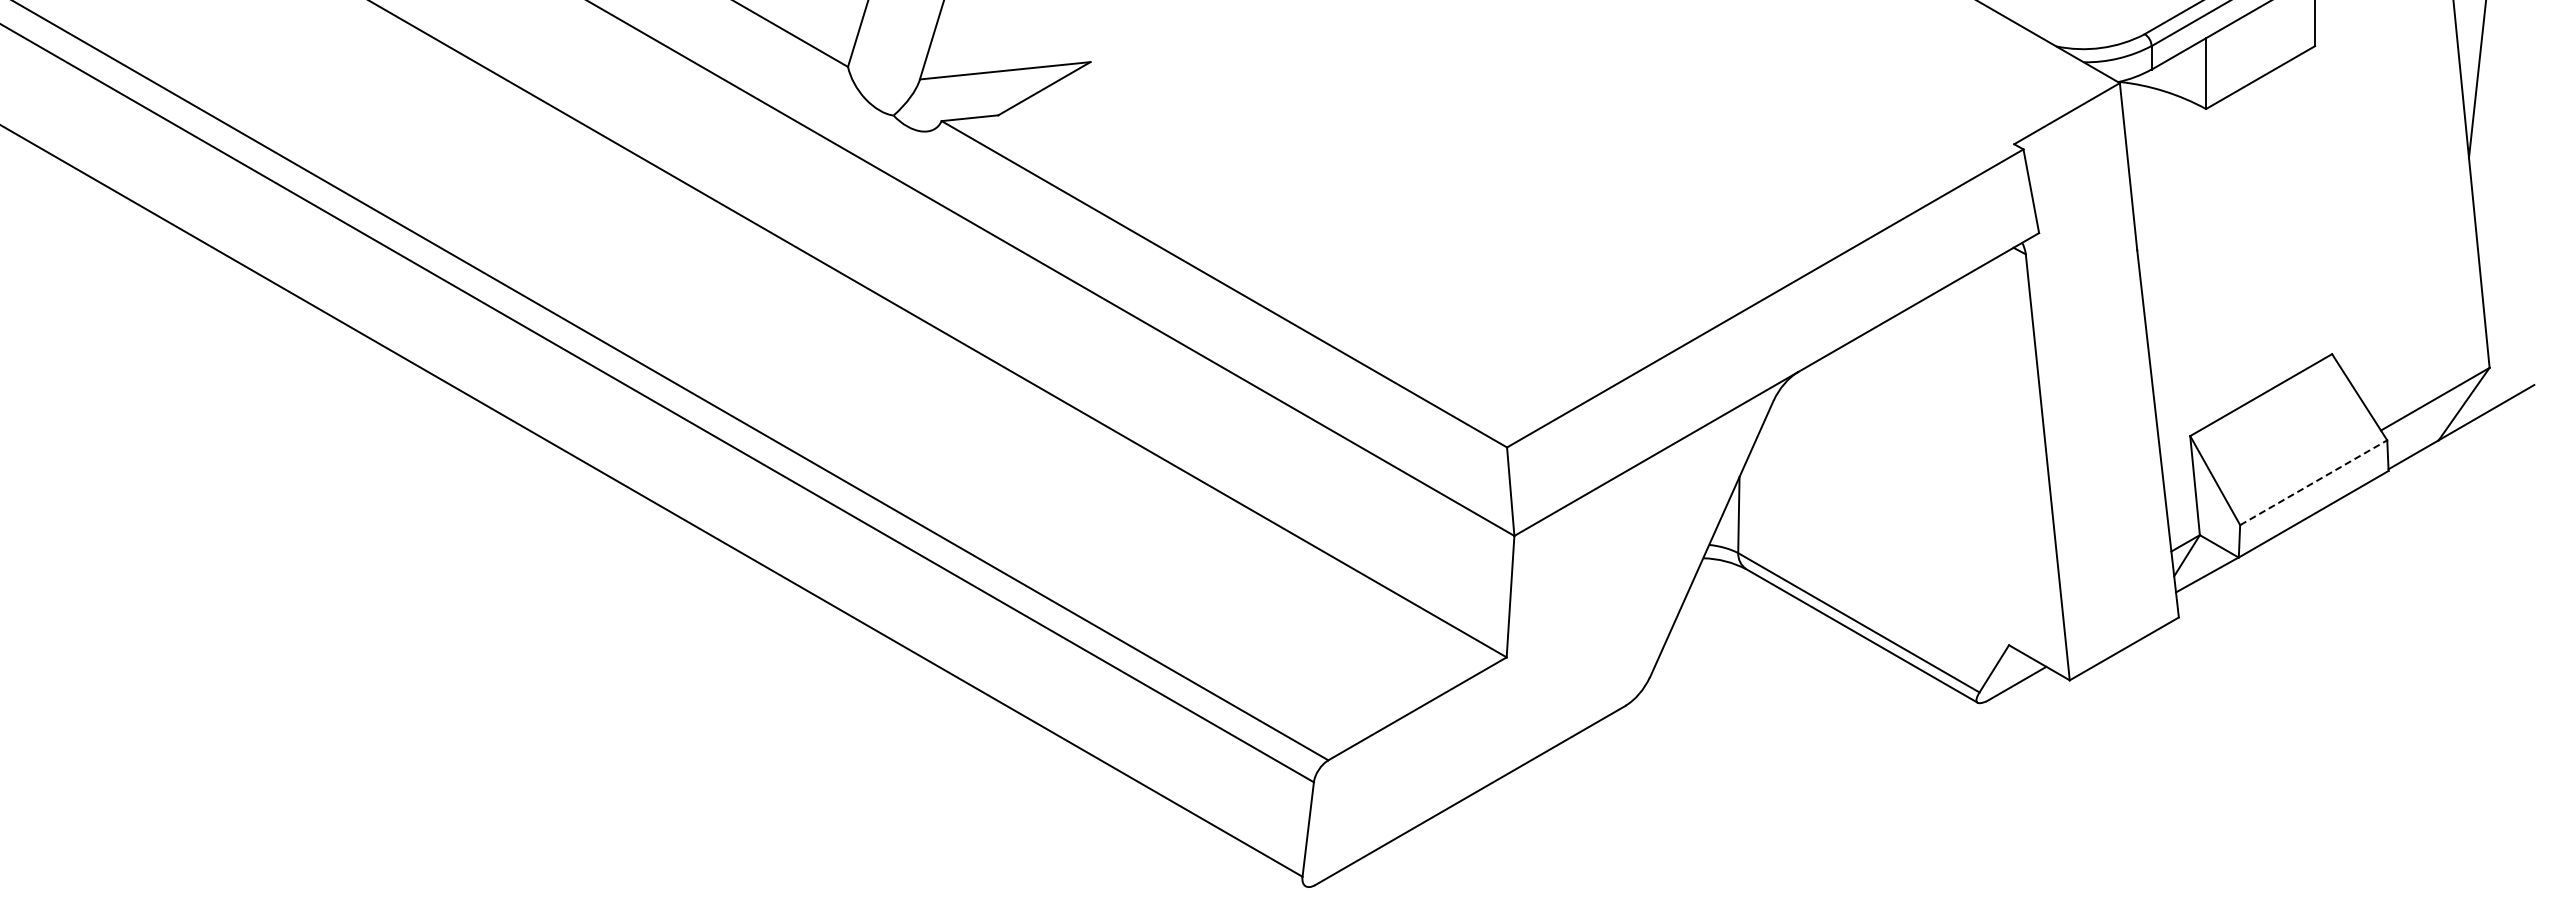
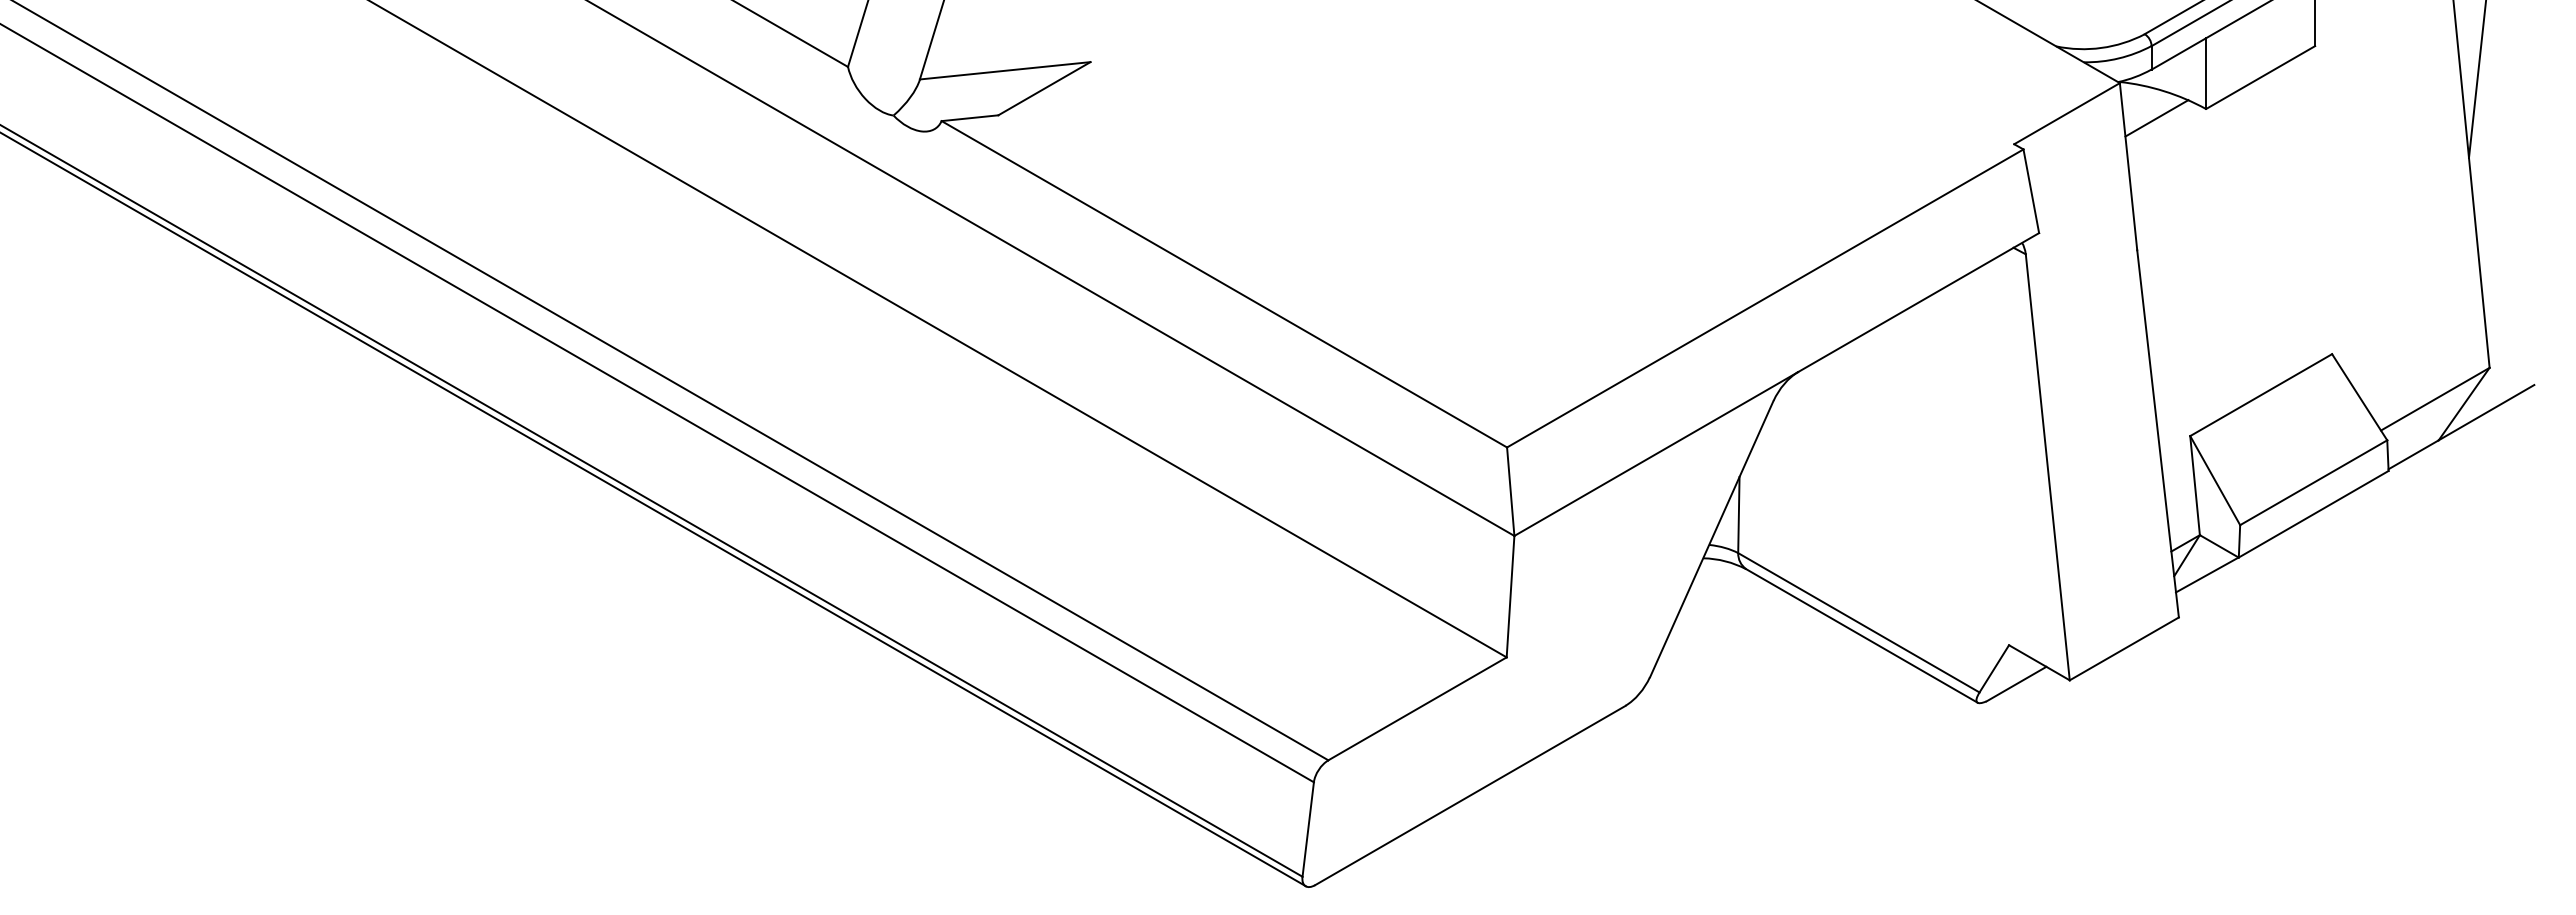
line at (2156, 118): none -> present
line at (2313, 482): dashed -> solid
line at (653, 509): none -> present
